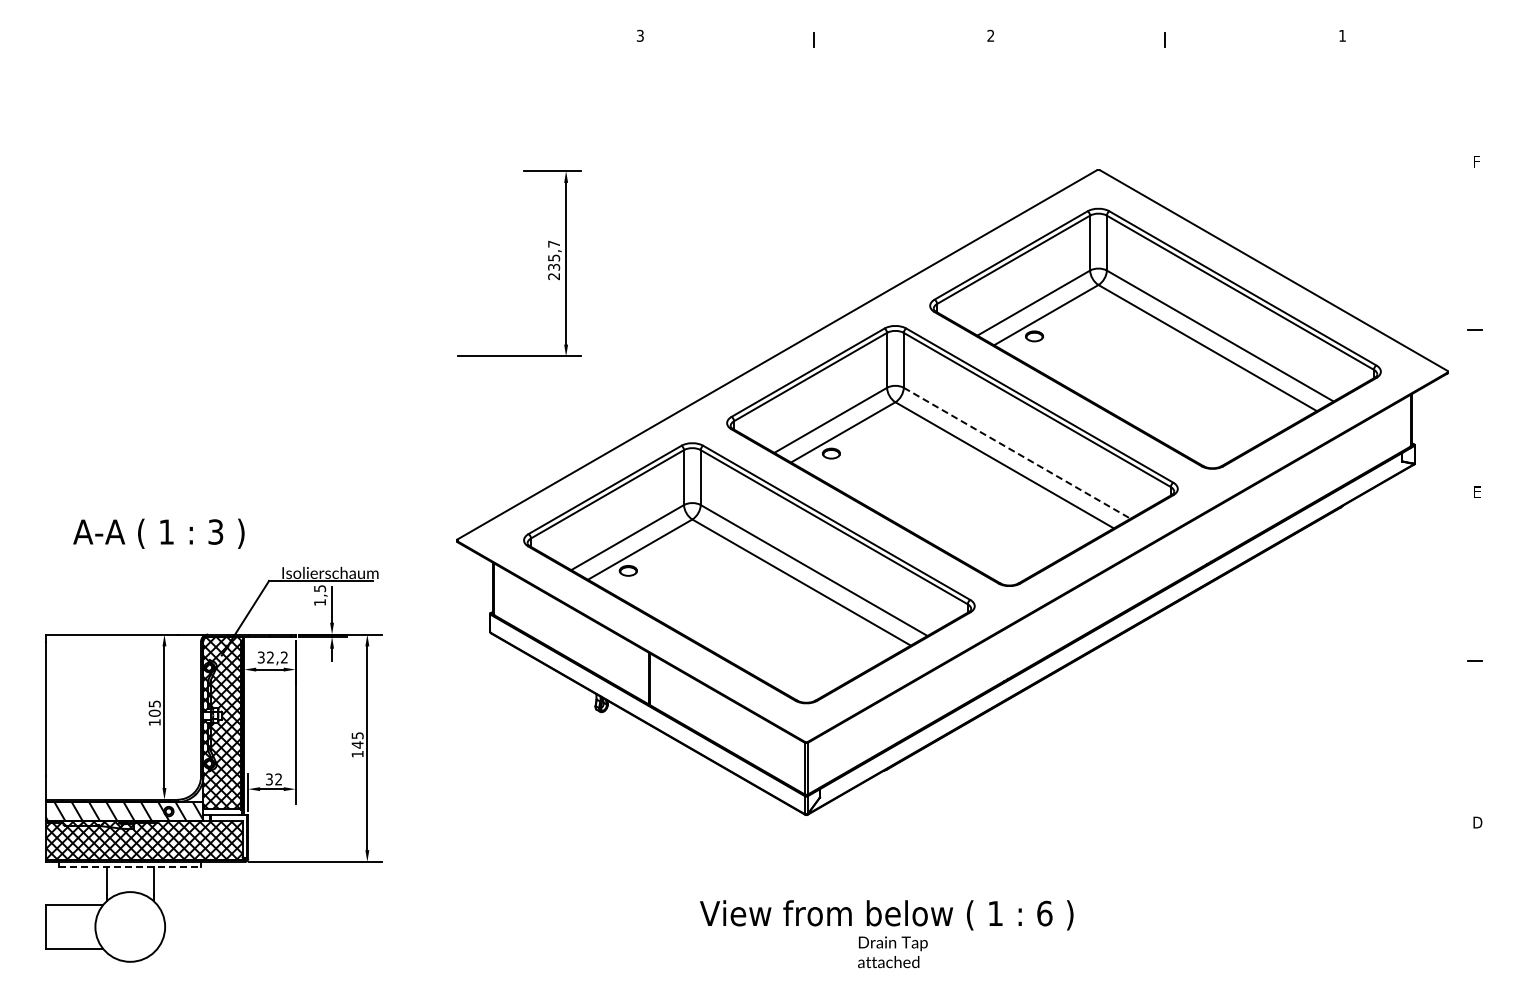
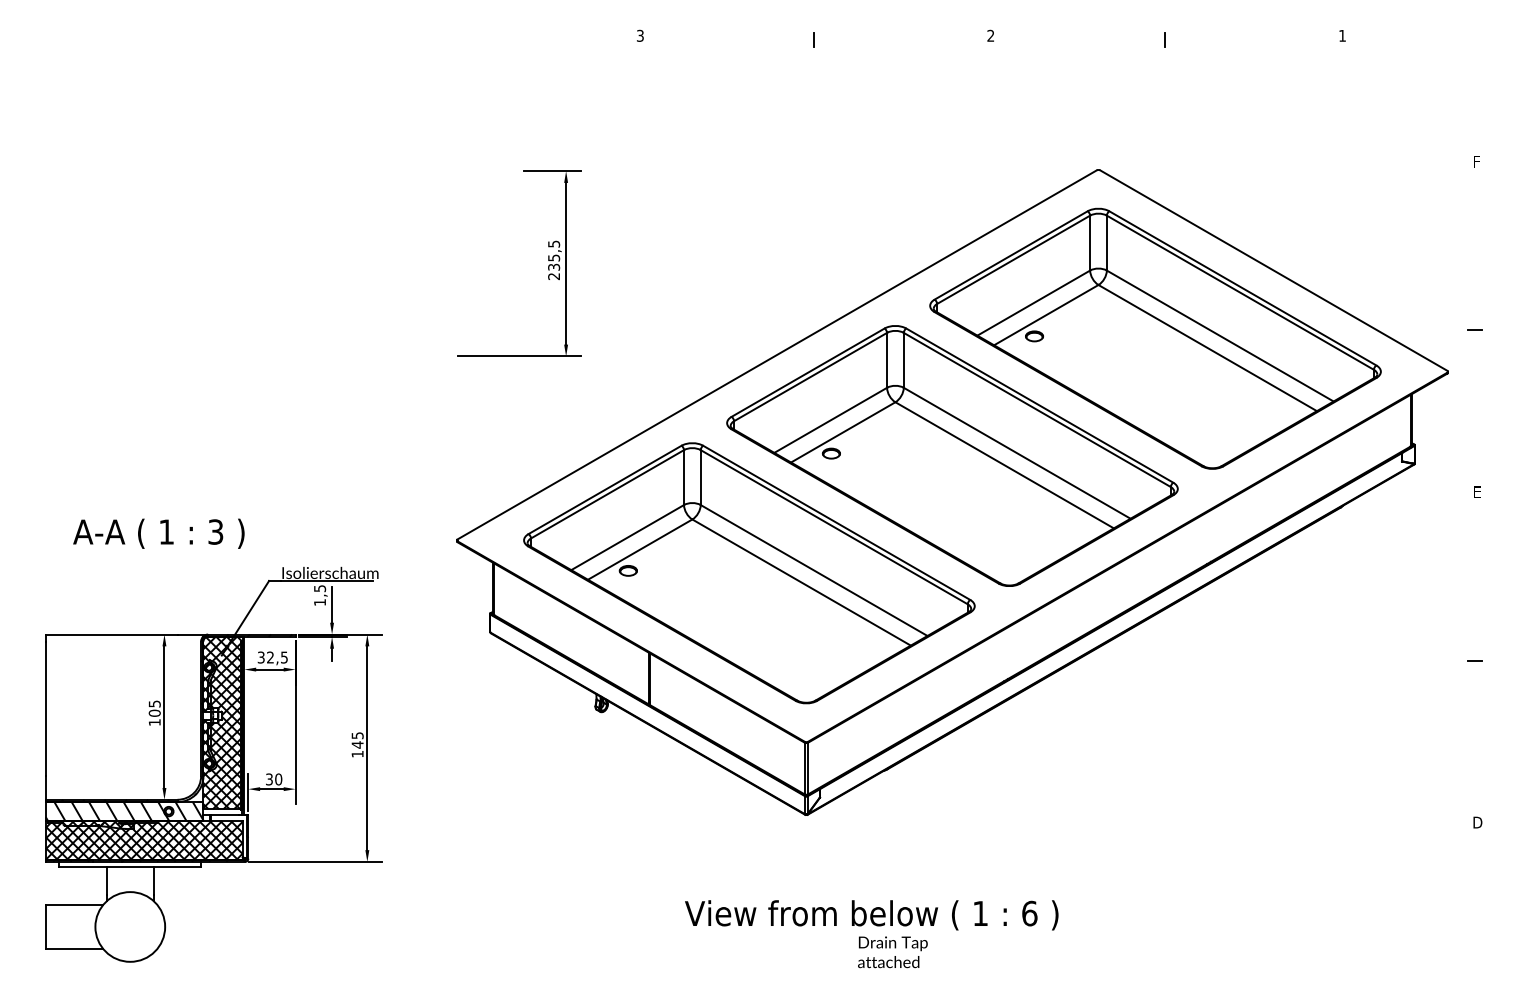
text at (554, 243): 235,7 -> 235,5
line at (1017, 453): dashed -> solid
text at (284, 657): 32,2 -> 32,5
text at (278, 779): 32 -> 30
line at (130, 866): dashed -> solid
text at (886, 915) position: (886, 915) -> (871, 915)
